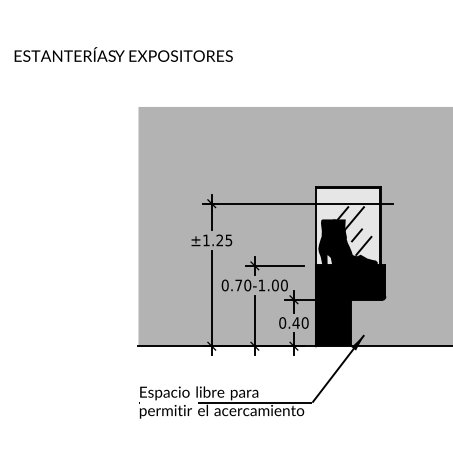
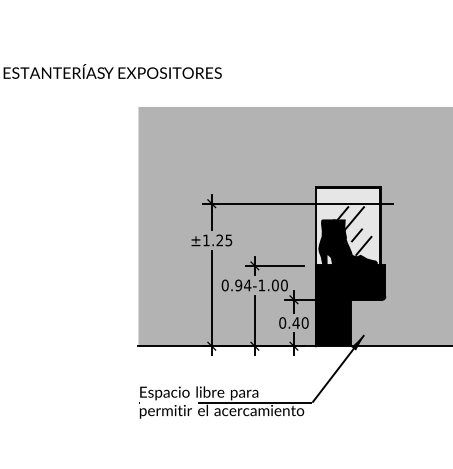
text at (123, 54) position: (123, 54) -> (112, 71)
text at (243, 285): 0.70-1.00 -> 0.94-1.00
